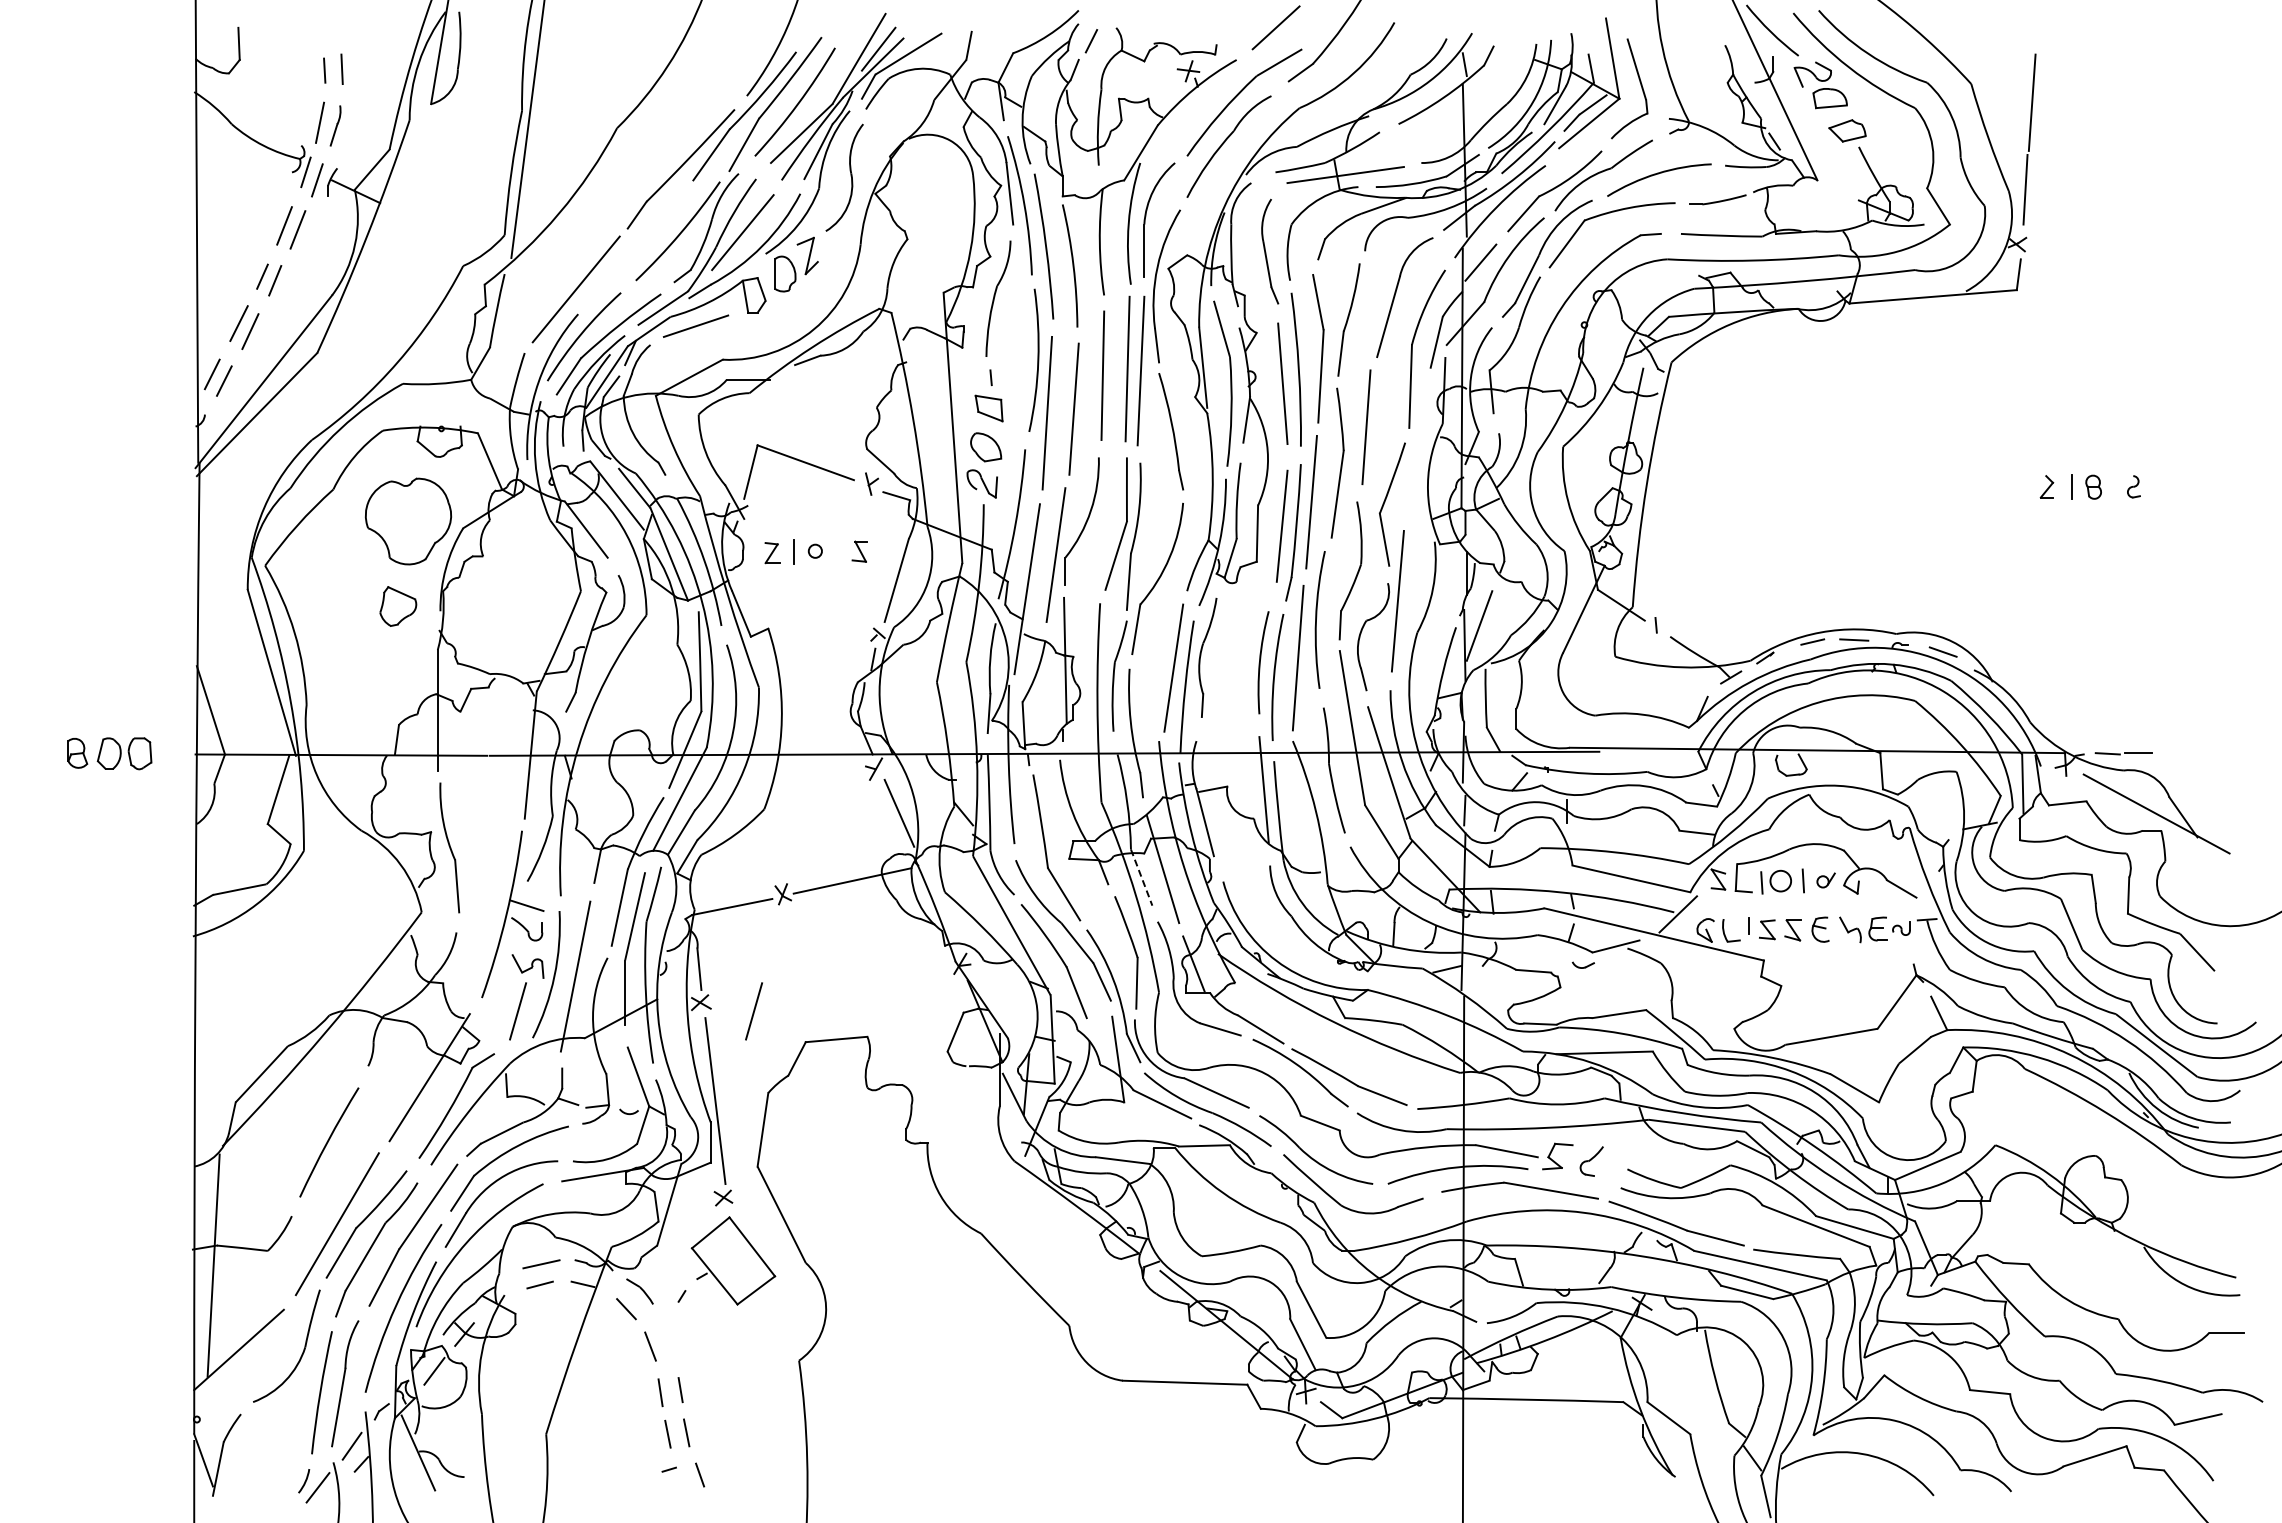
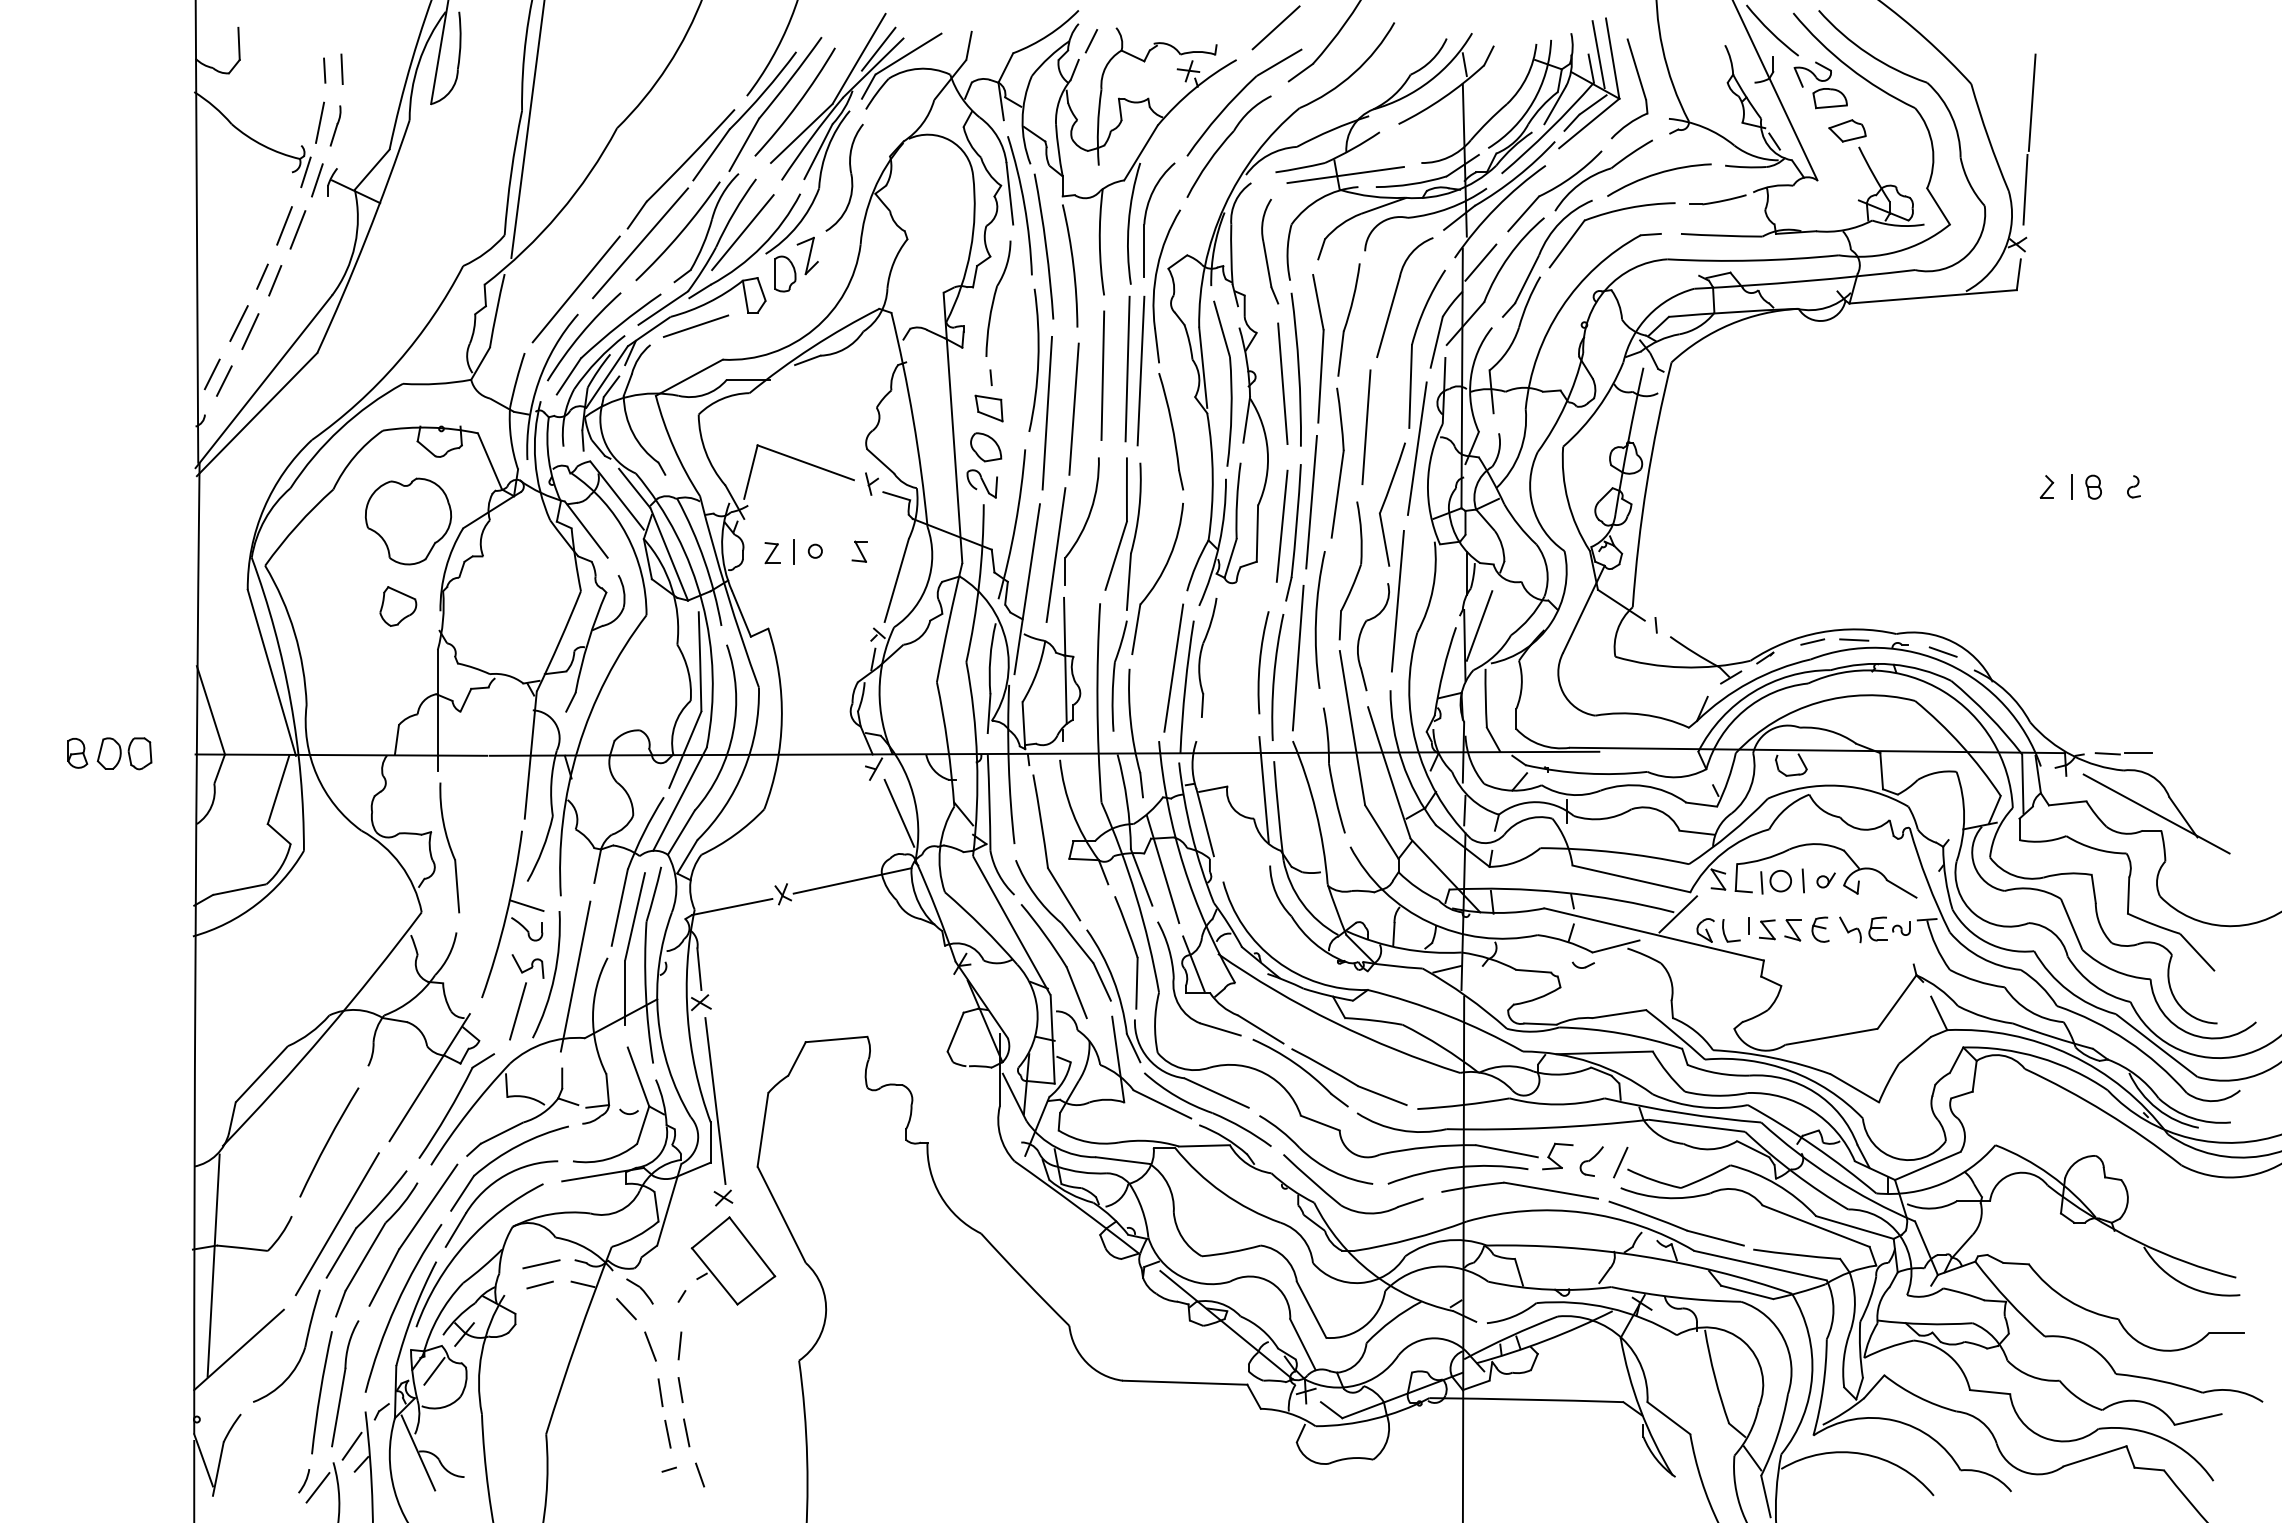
line at (1598, 54): none -> present
line at (640, 243): none -> present
line at (1416, 448): none -> present
line at (1141, 878): dashed -> solid
line at (753, 1011): present -> none
line at (1620, 1162): none -> present
line at (679, 1345): none -> present
